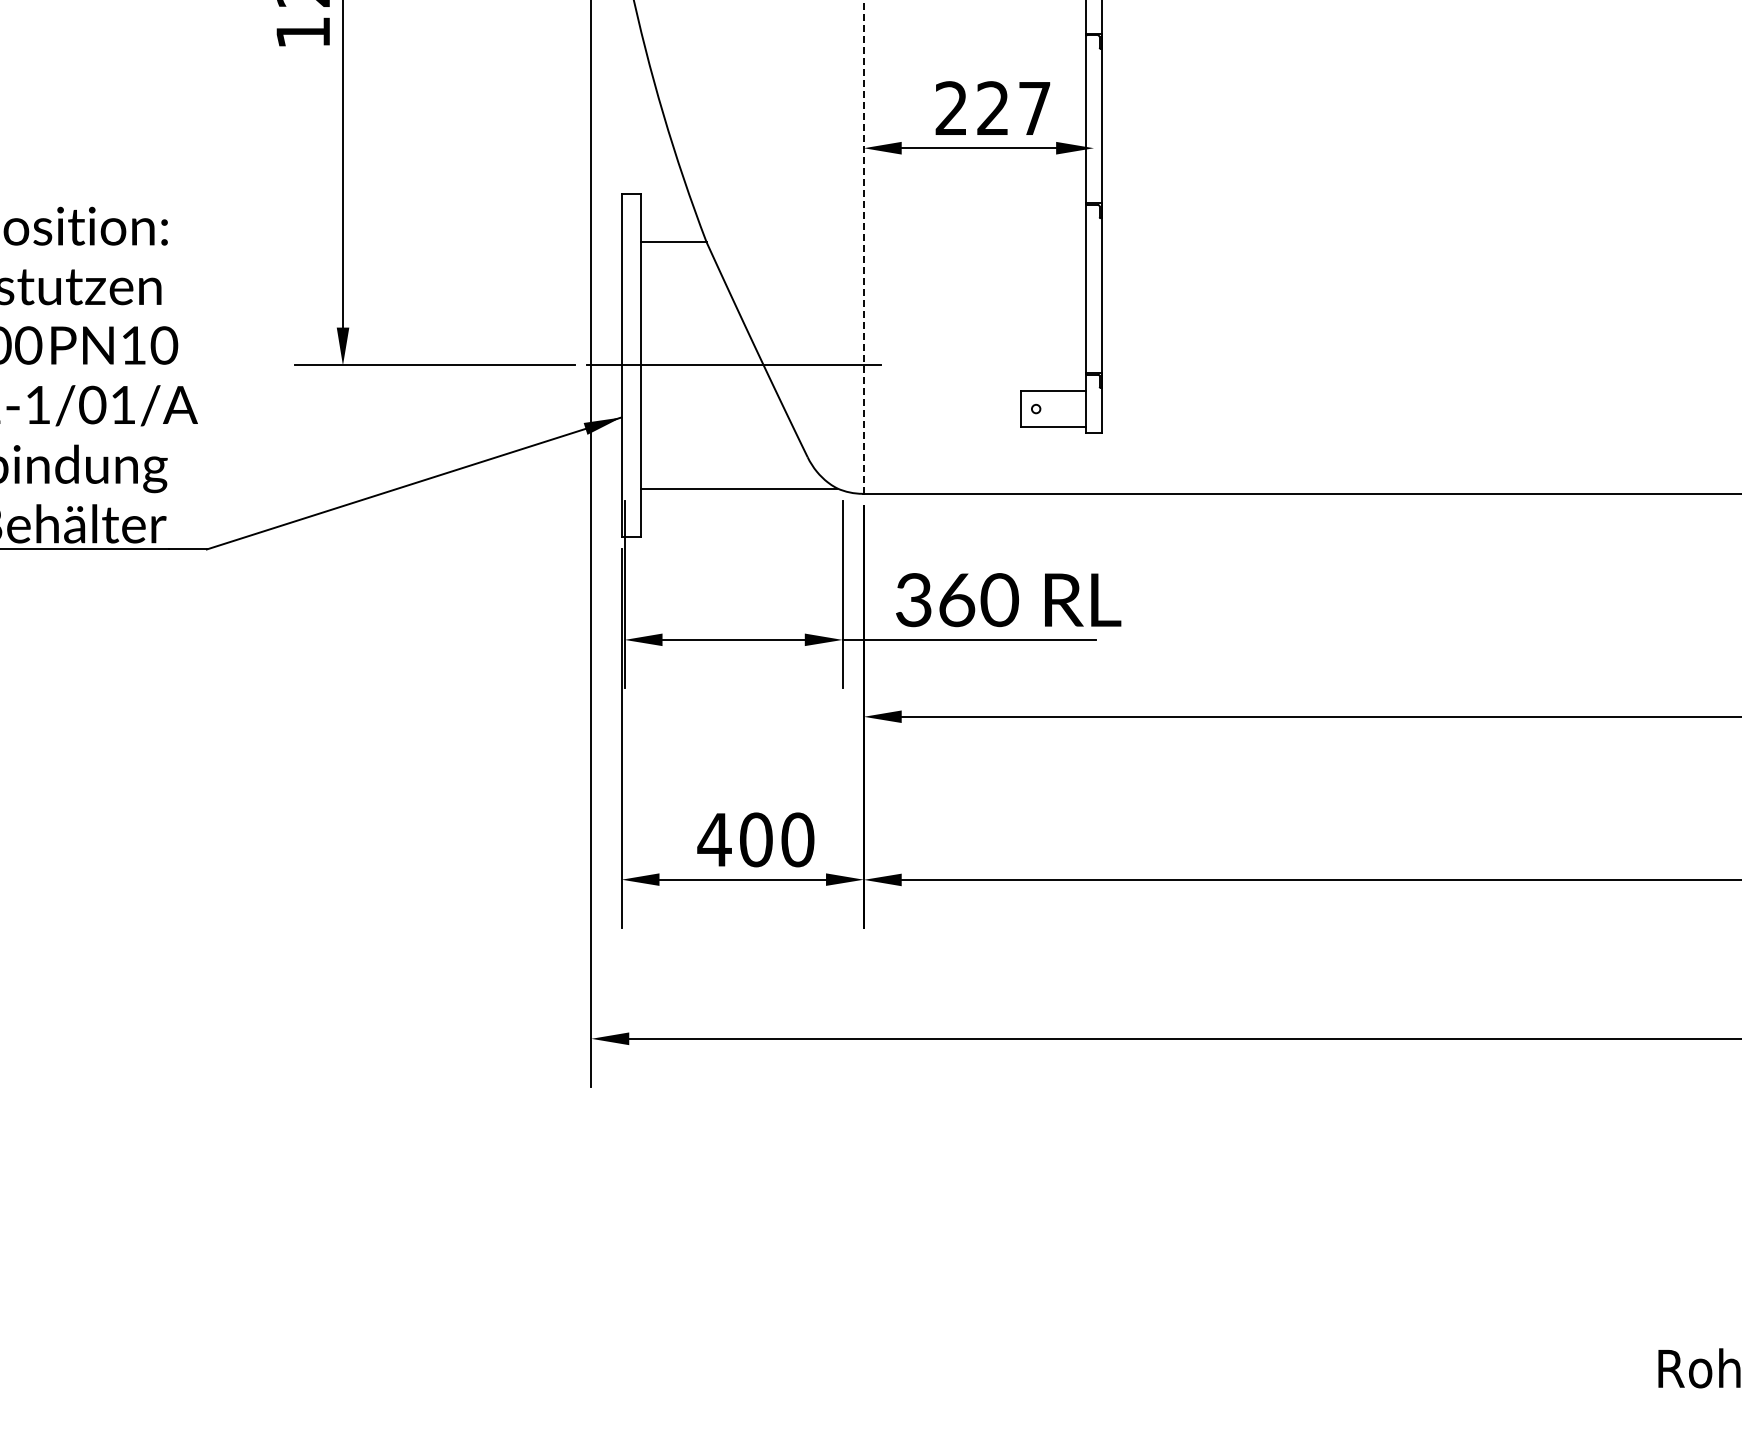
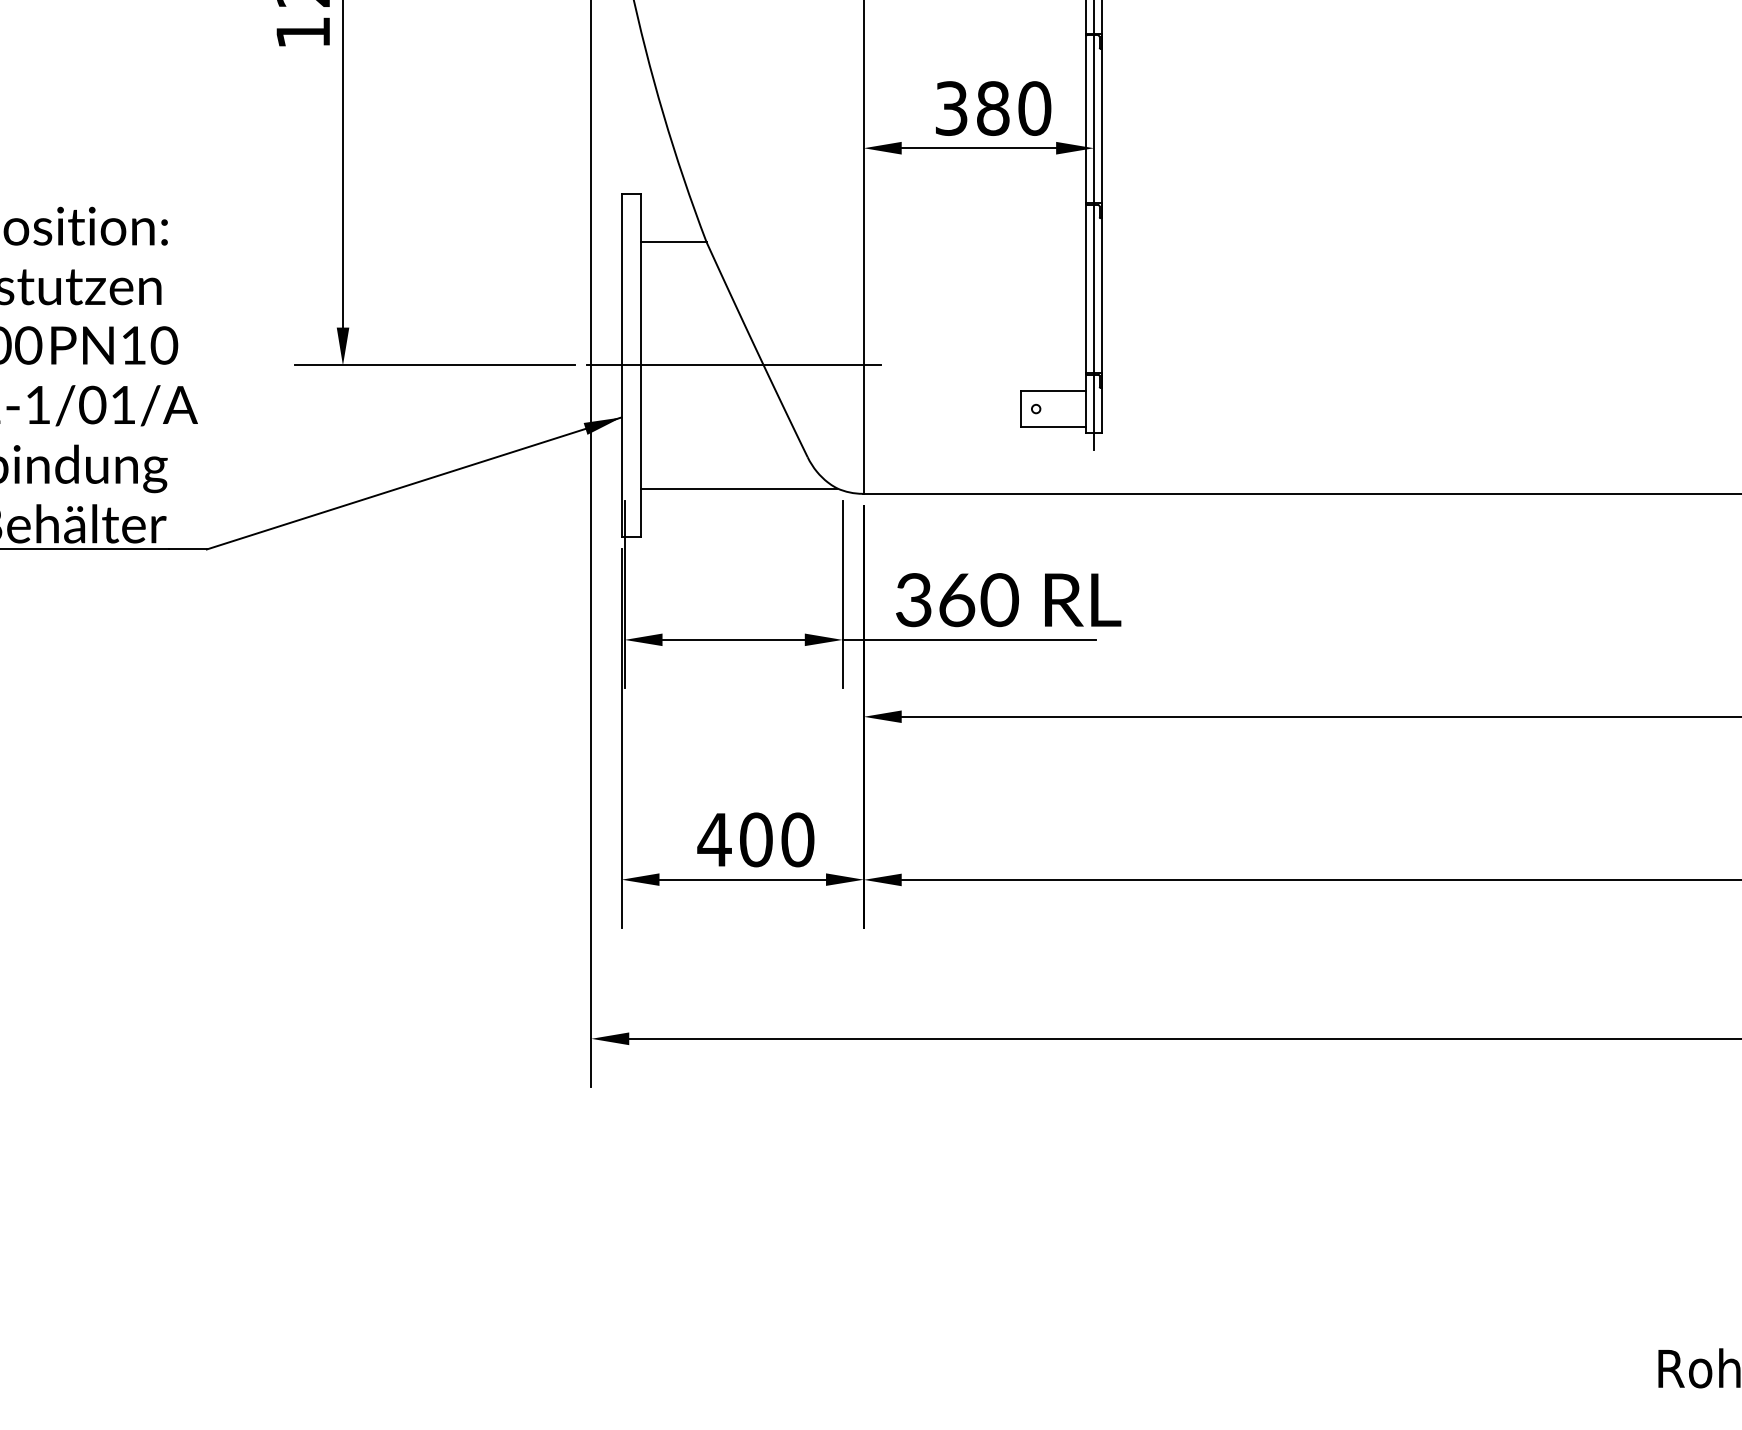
text at (993, 108): 227 -> 380
line at (1093, 225): none -> present
line at (863, 246): dashed -> solid
